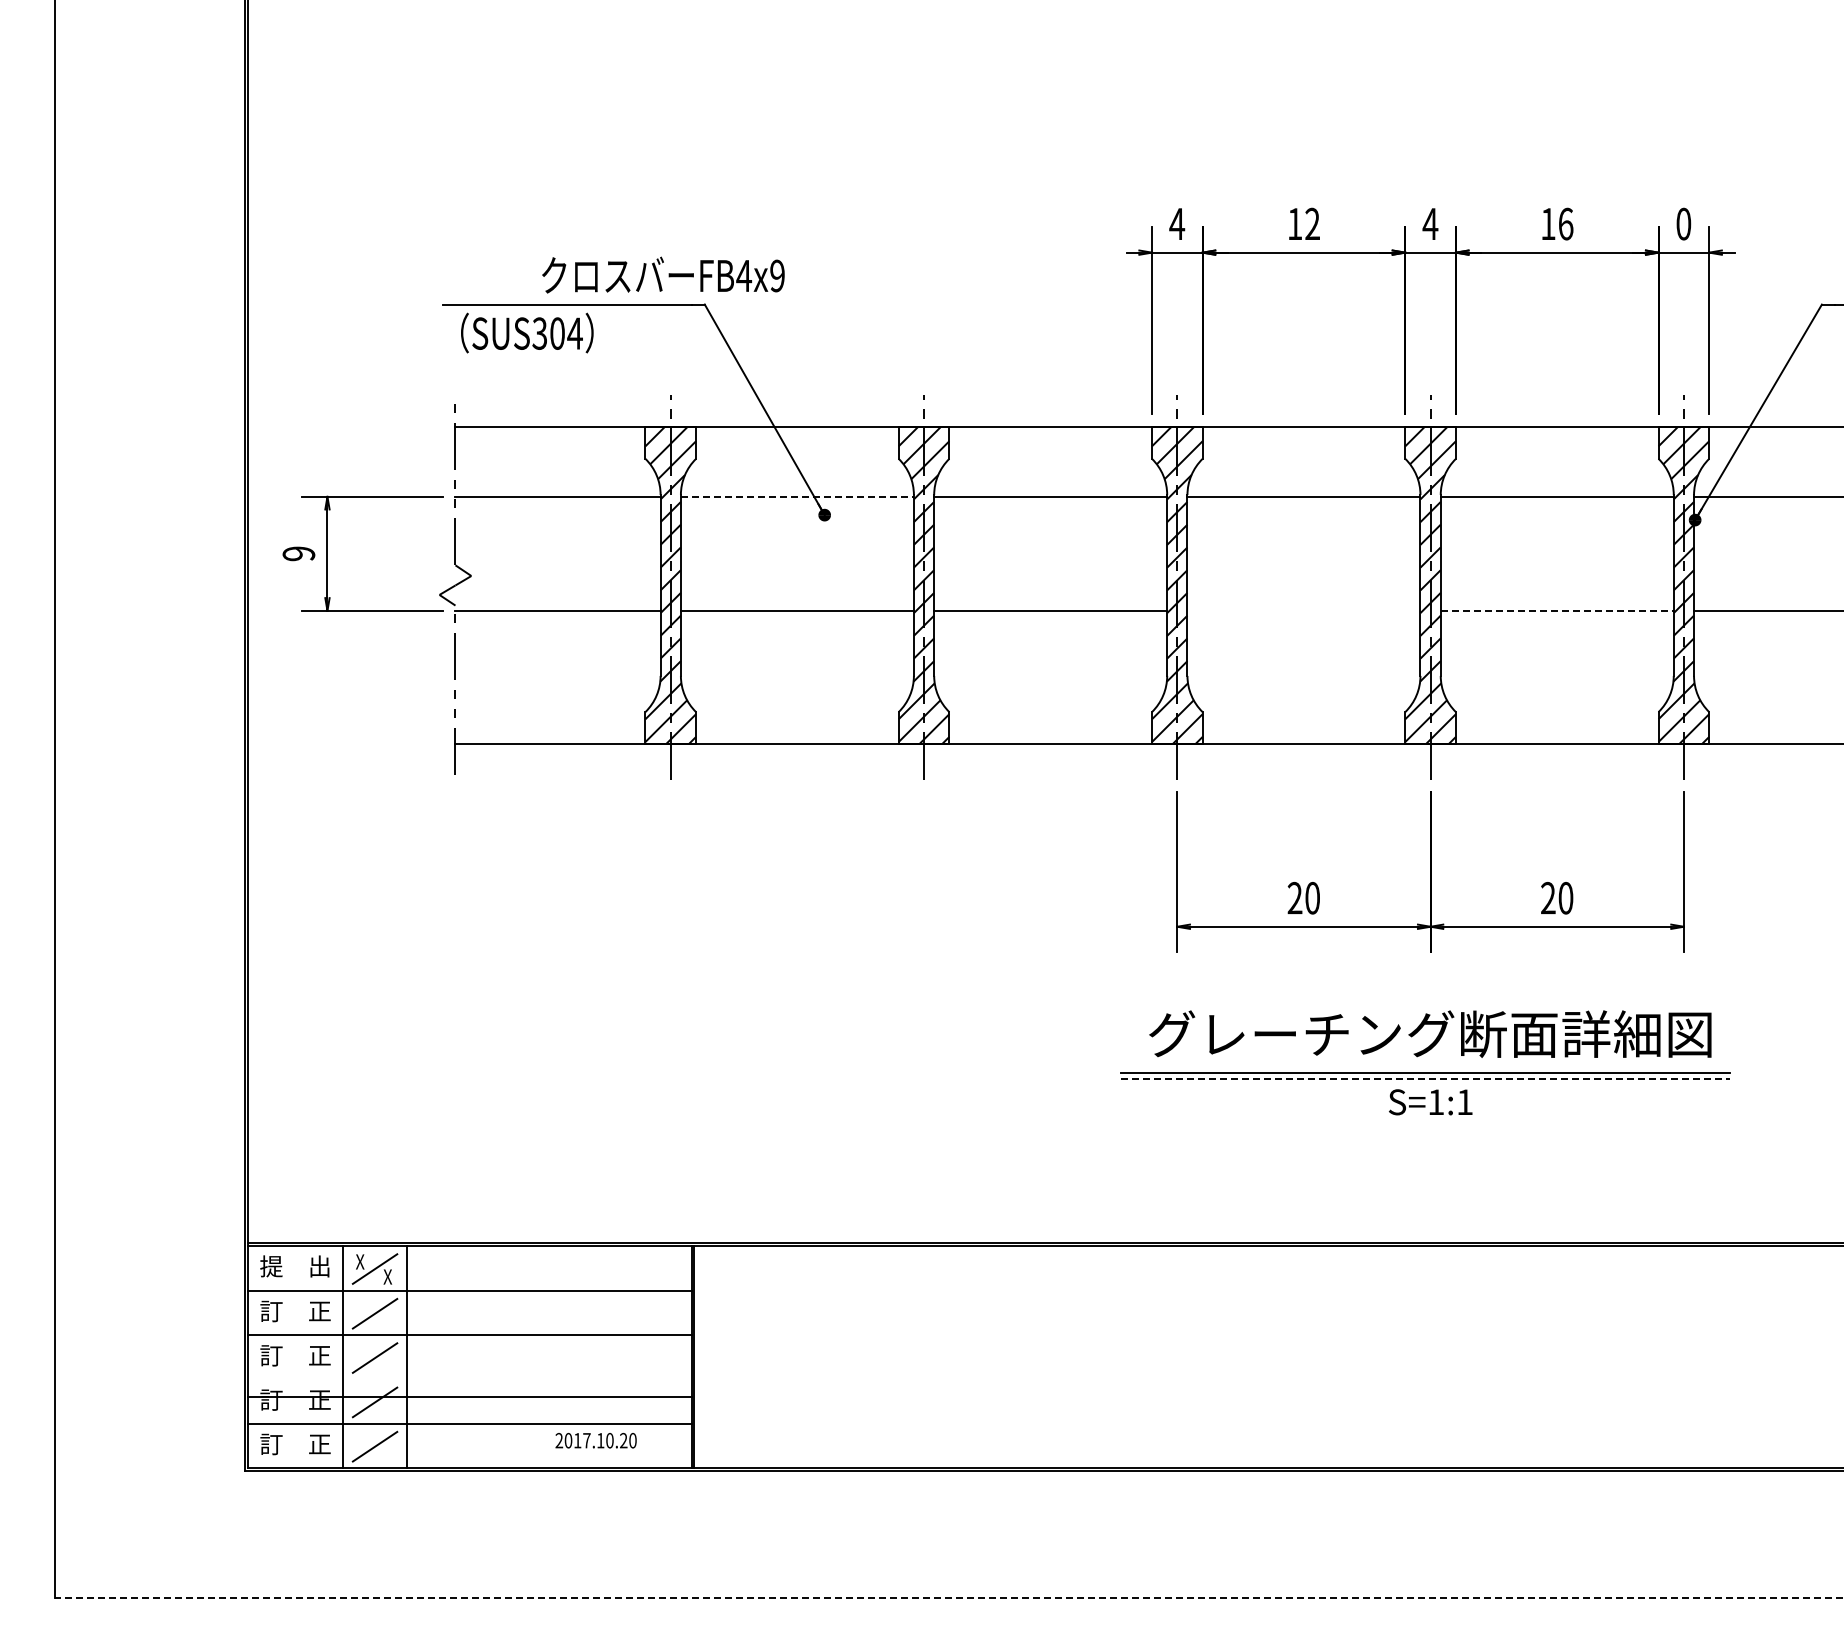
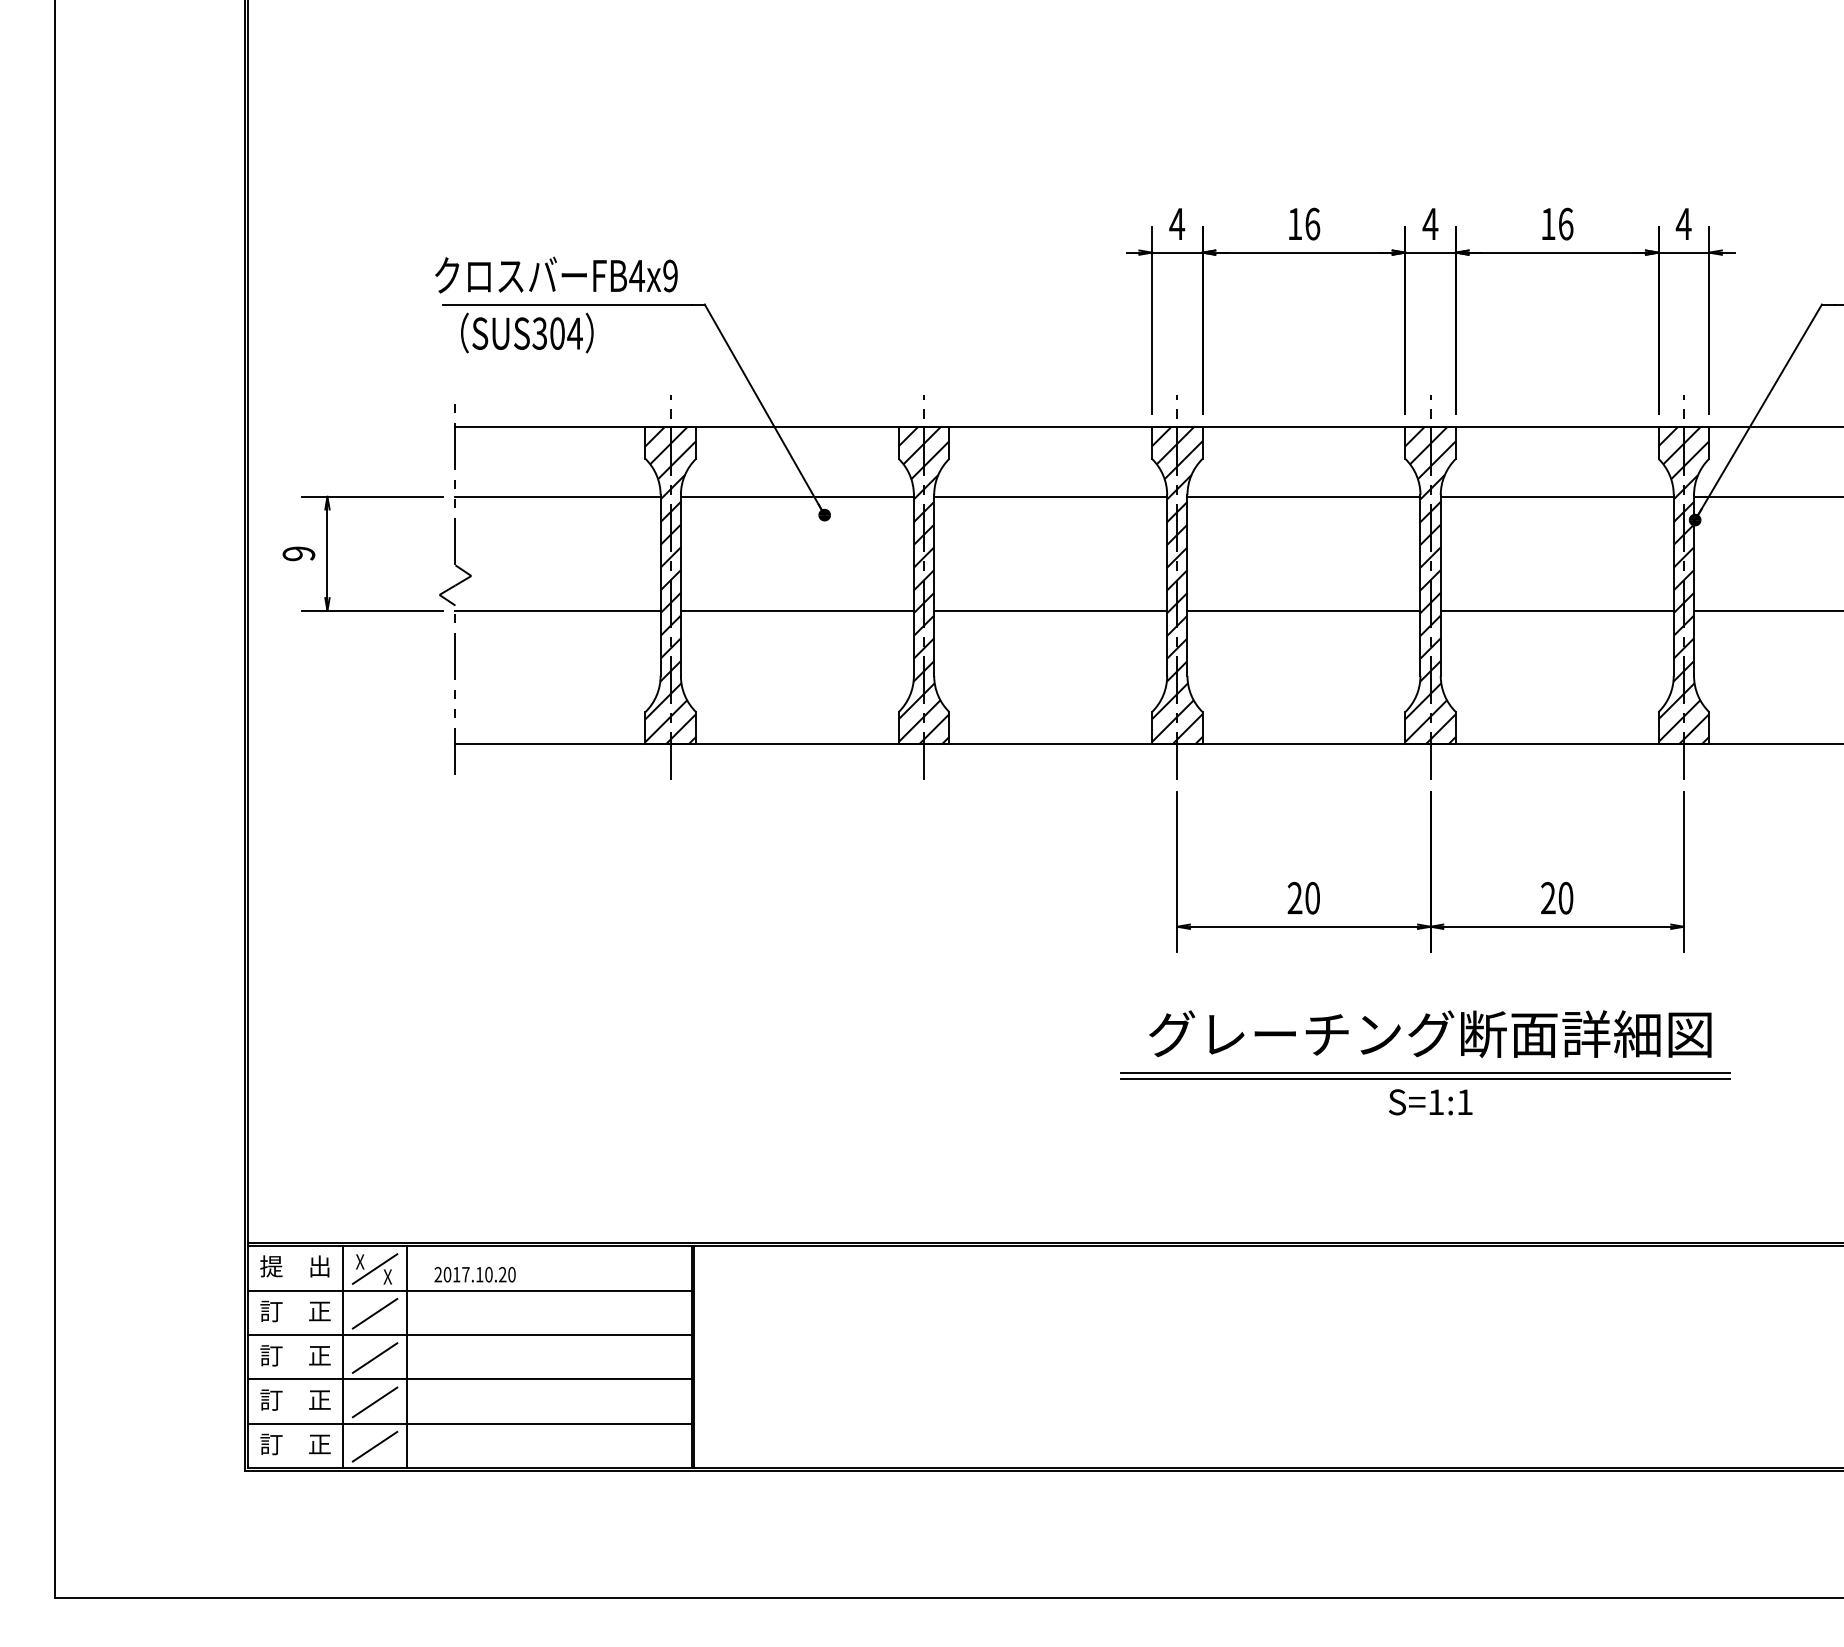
text at (1312, 223): 12 -> 16
text at (1683, 223): 0 -> 4
text at (663, 274) position: (663, 274) -> (556, 274)
line at (797, 496): dashed -> solid
line at (1303, 610): none -> present
line at (1557, 610): dashed -> solid
line at (1425, 1079): dashed -> solid
line at (469, 1397) position: (469, 1397) -> (469, 1379)
text at (595, 1440) position: (595, 1440) -> (474, 1274)
line at (949, 1597): dashed -> solid
